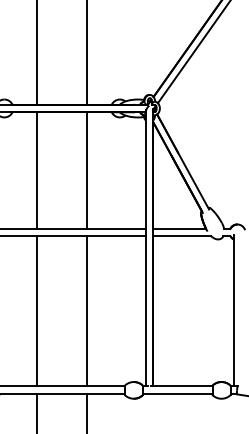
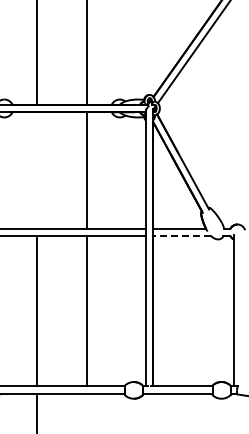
line at (36, 170): present -> none
line at (182, 236): solid -> dashed
line at (87, 412): present -> none
